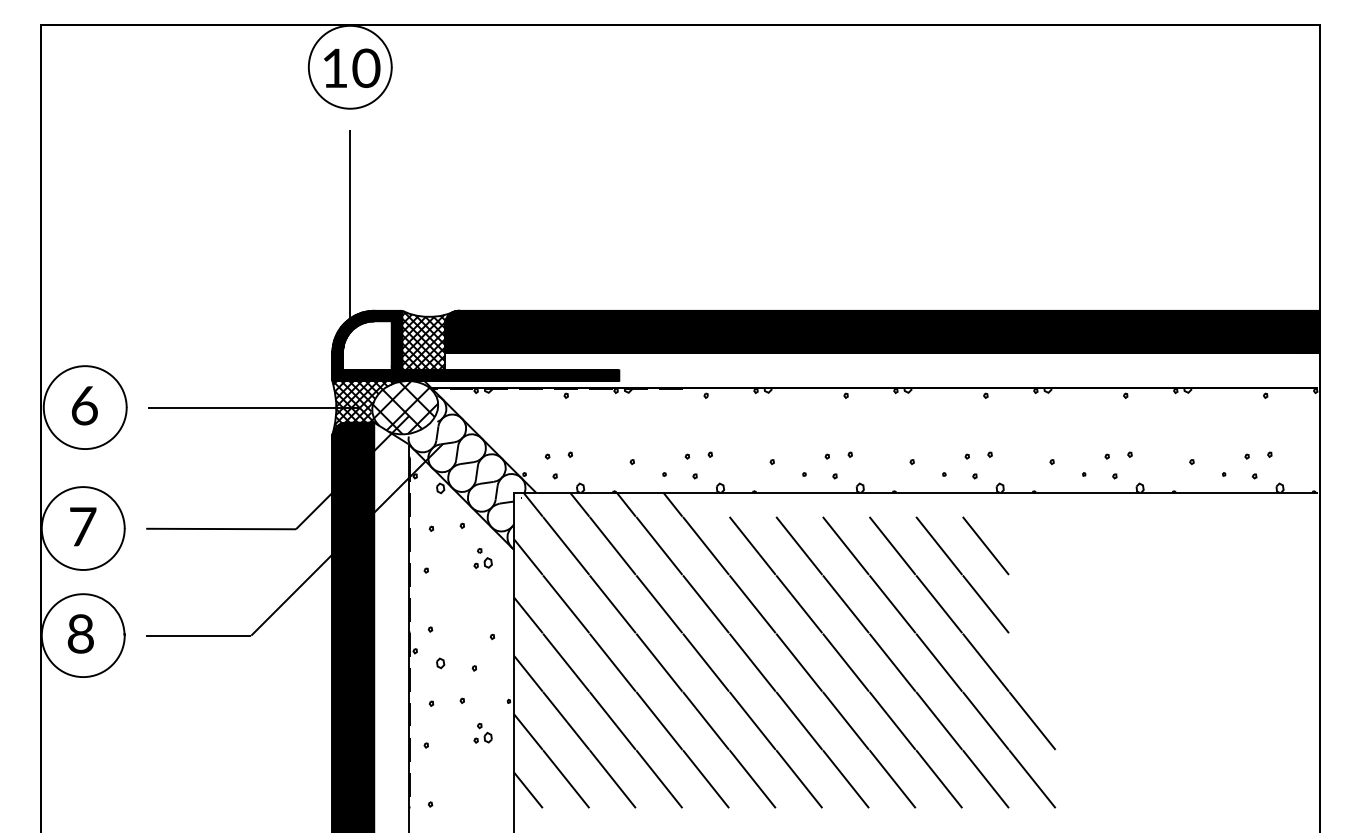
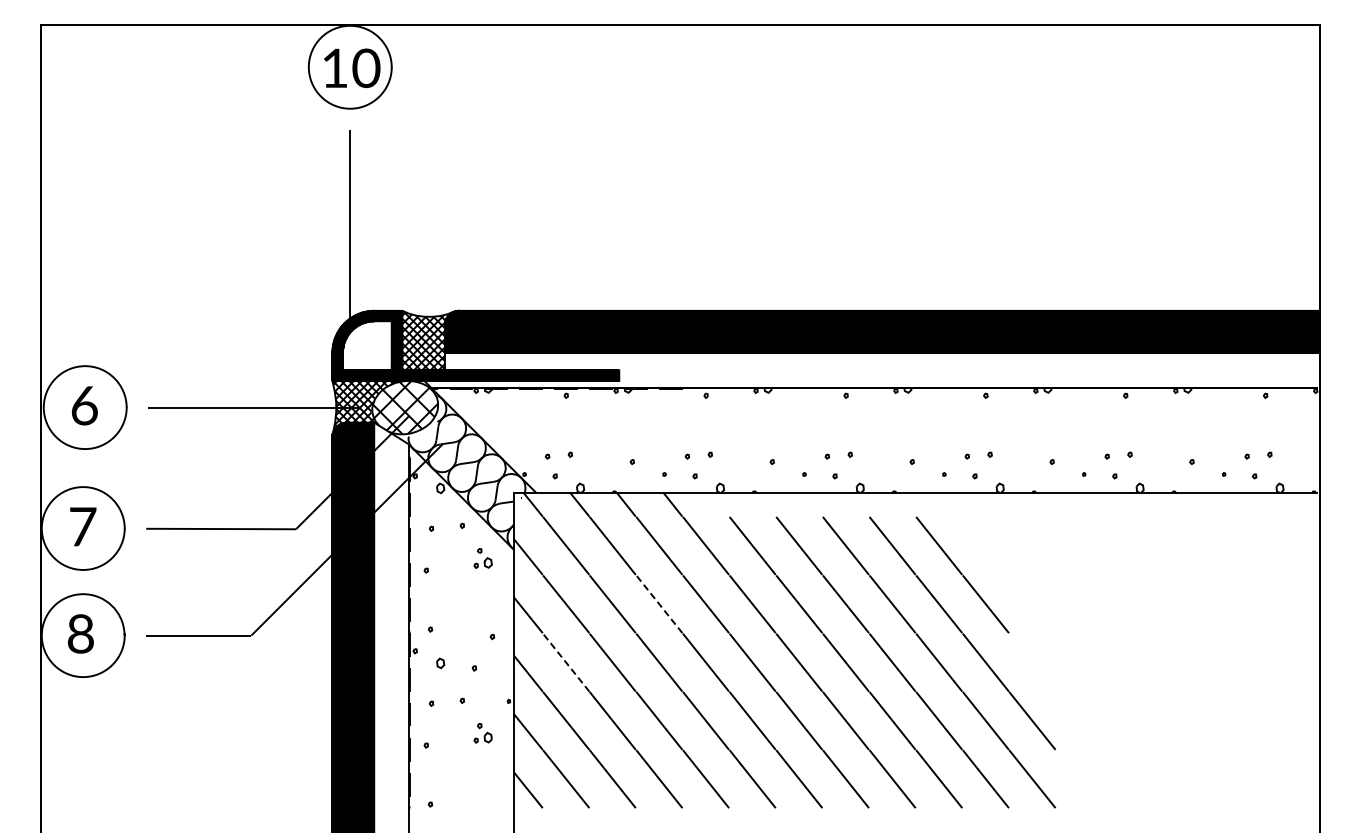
line at (985, 545): present -> none
line at (659, 604): solid -> dashed
line at (565, 662): solid -> dashed
